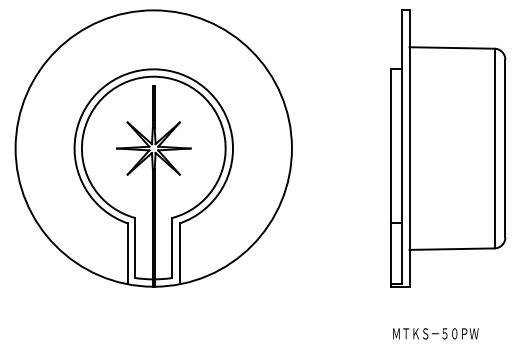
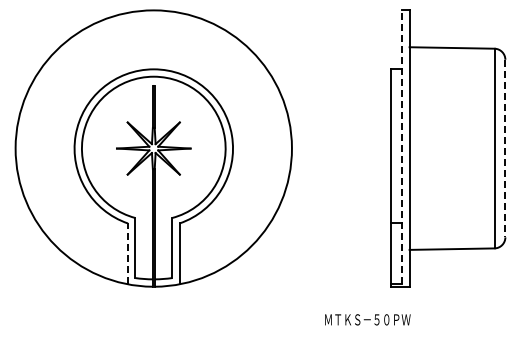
line at (402, 147): solid -> dashed
line at (505, 148): solid -> dashed
line at (128, 253): solid -> dashed
text at (435, 333) position: (435, 333) -> (367, 319)
